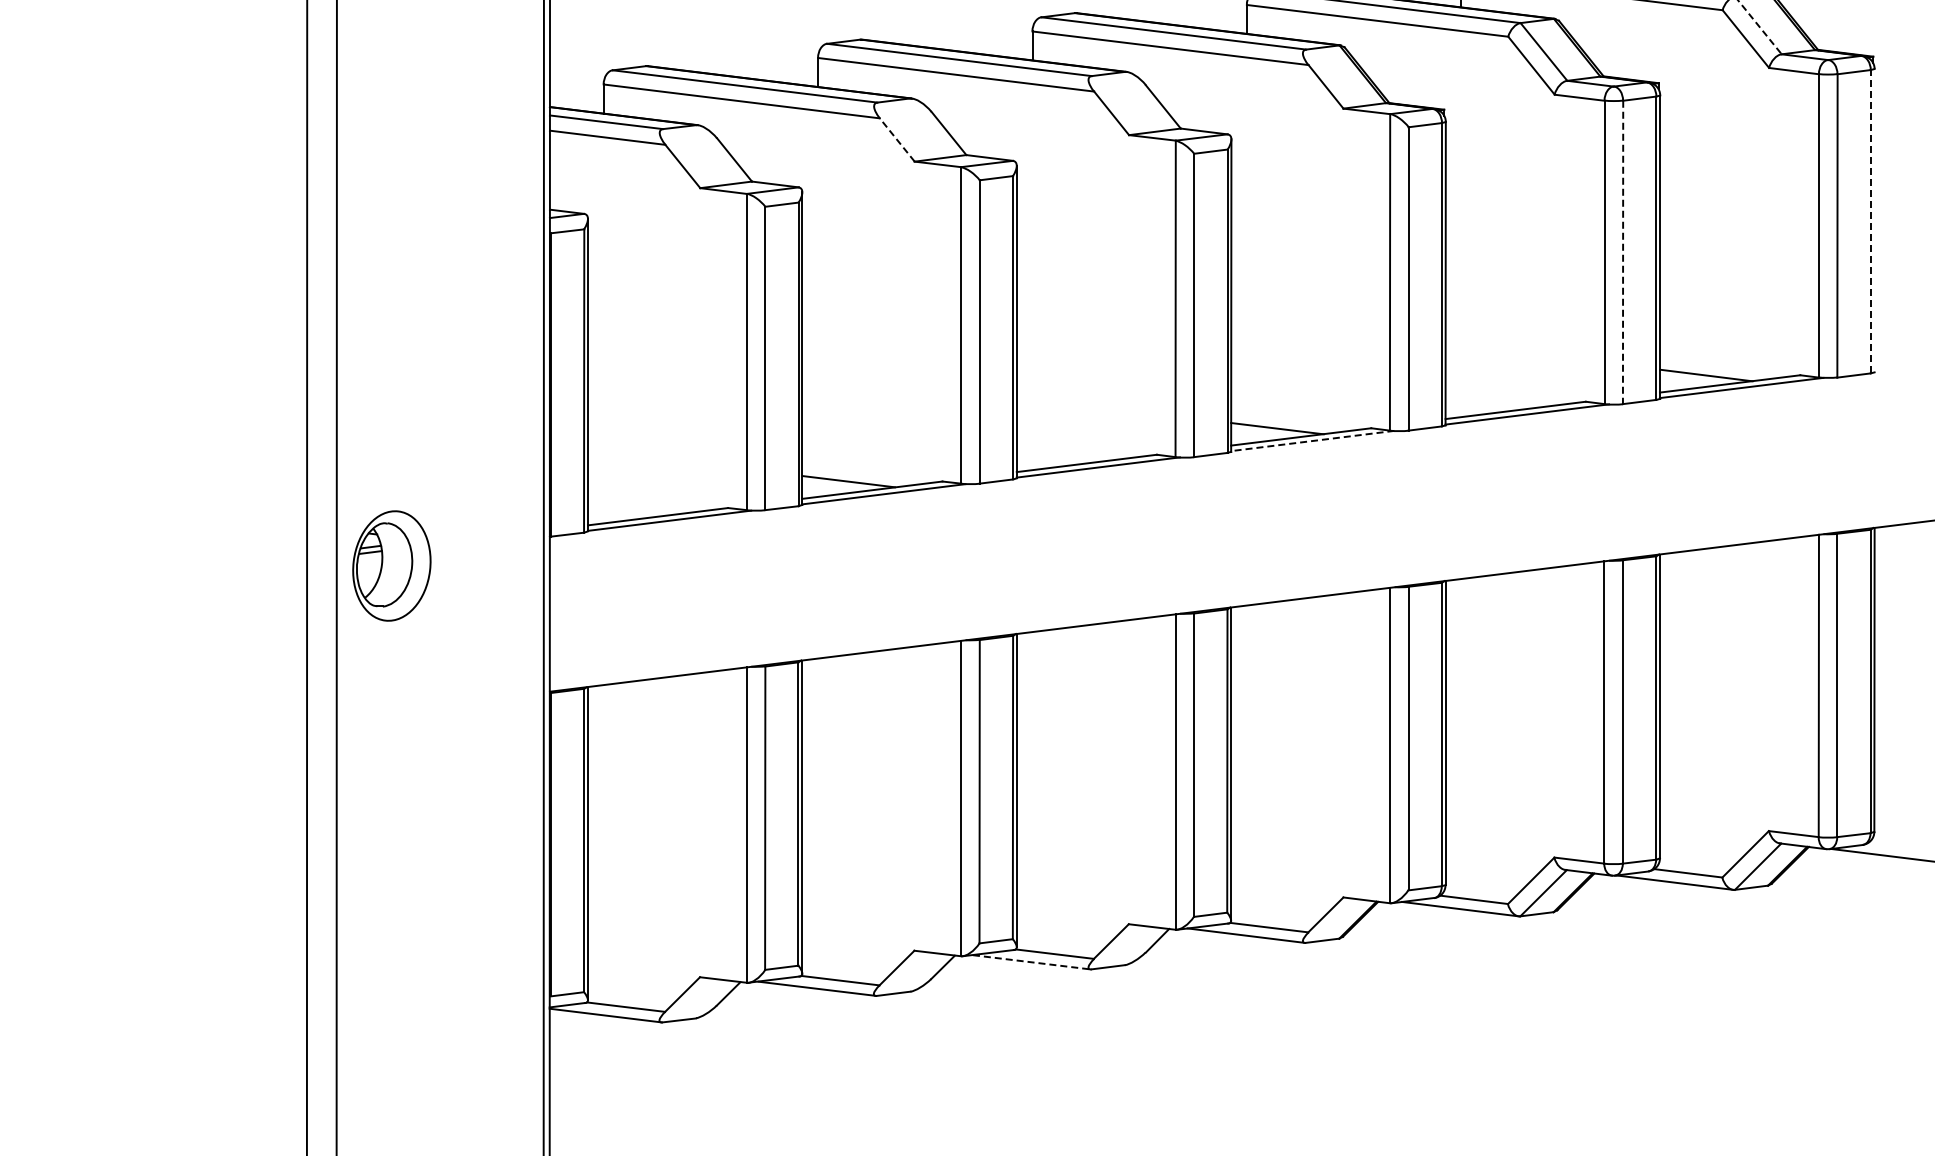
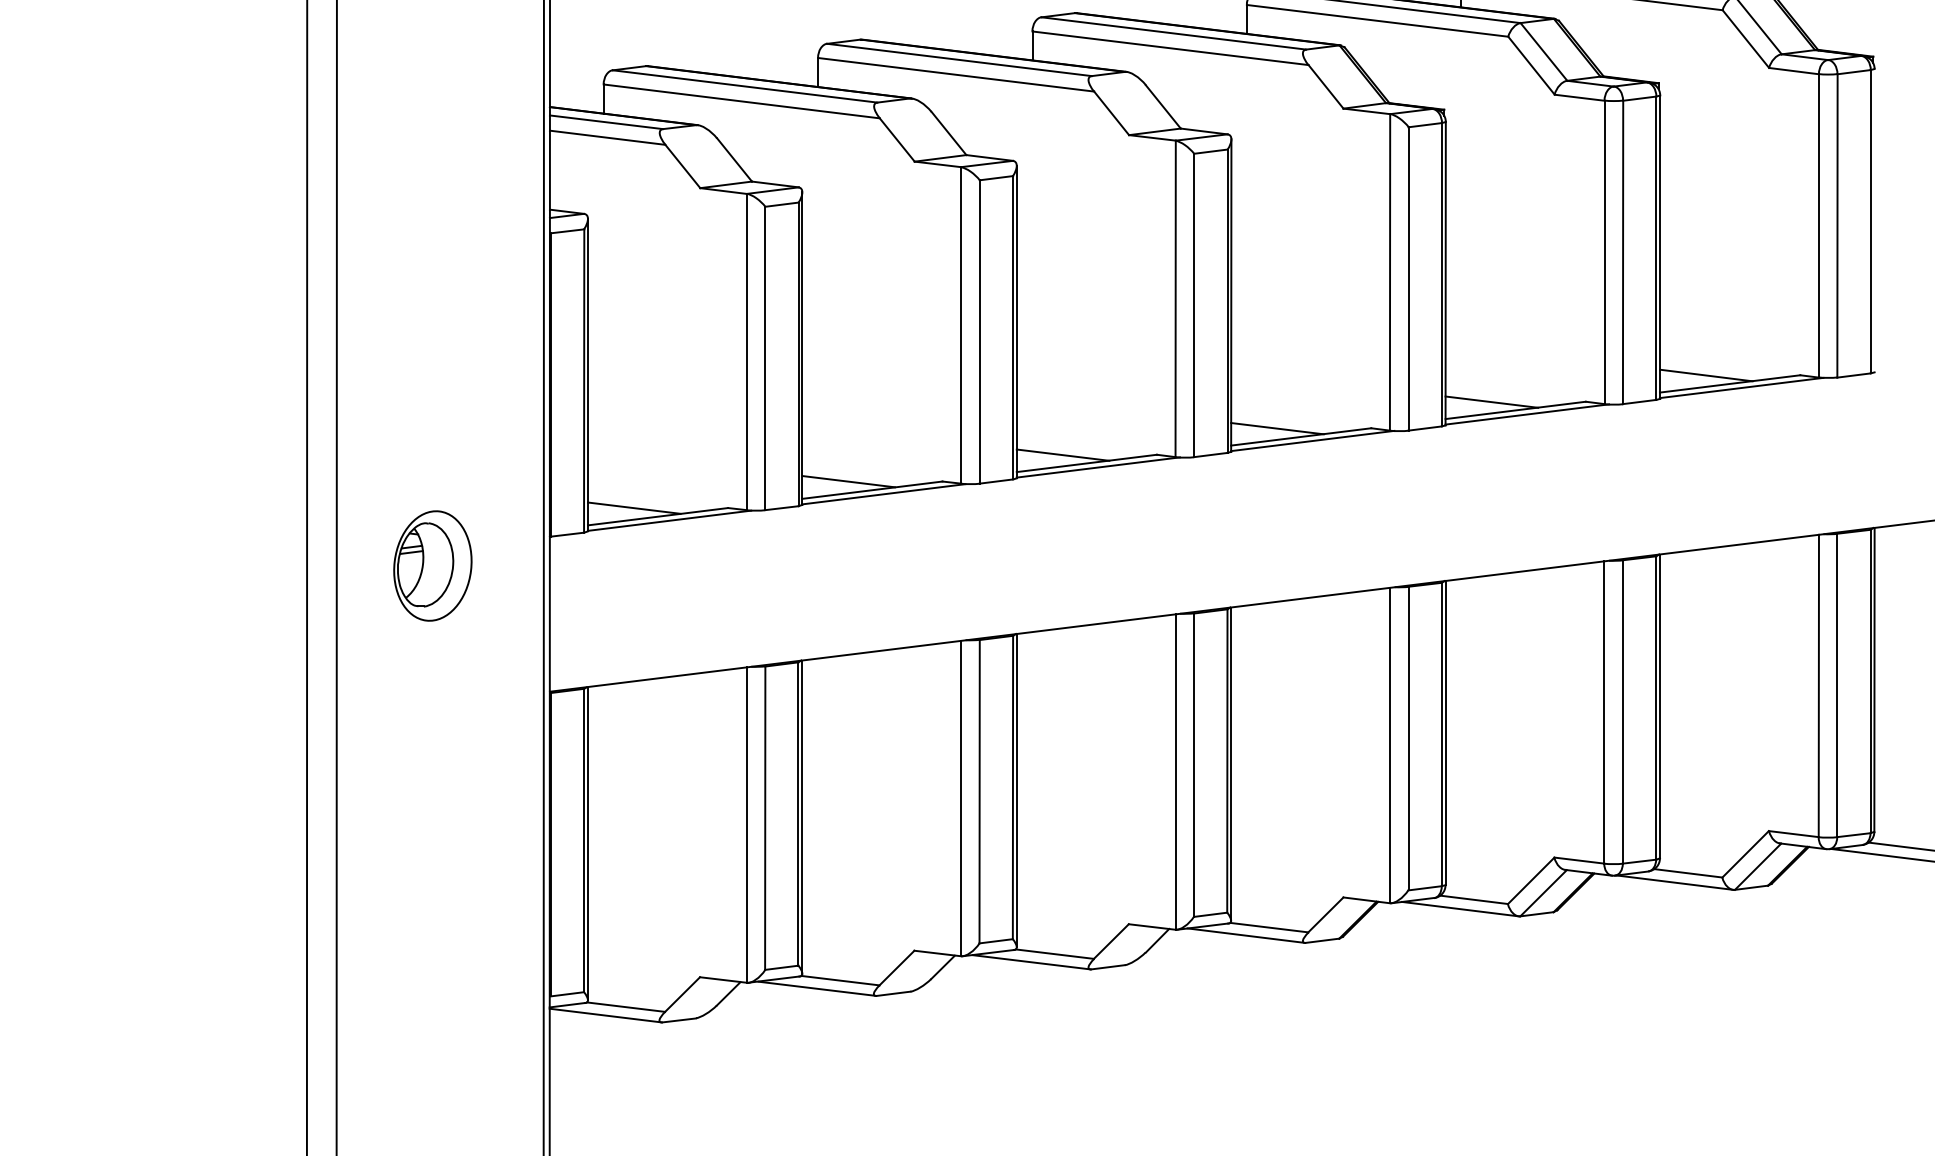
line at (1759, 27): dashed -> solid
line at (897, 140): dashed -> solid
line at (1870, 221): dashed -> solid
line at (1623, 252): dashed -> solid
line at (1491, 401): none -> present
line at (1312, 441): dashed -> solid
line at (1062, 454): none -> present
line at (633, 507): none -> present
part at (391, 565) position: (391, 565) -> (432, 565)
line at (1899, 846): none -> present
line at (1032, 962): dashed -> solid
